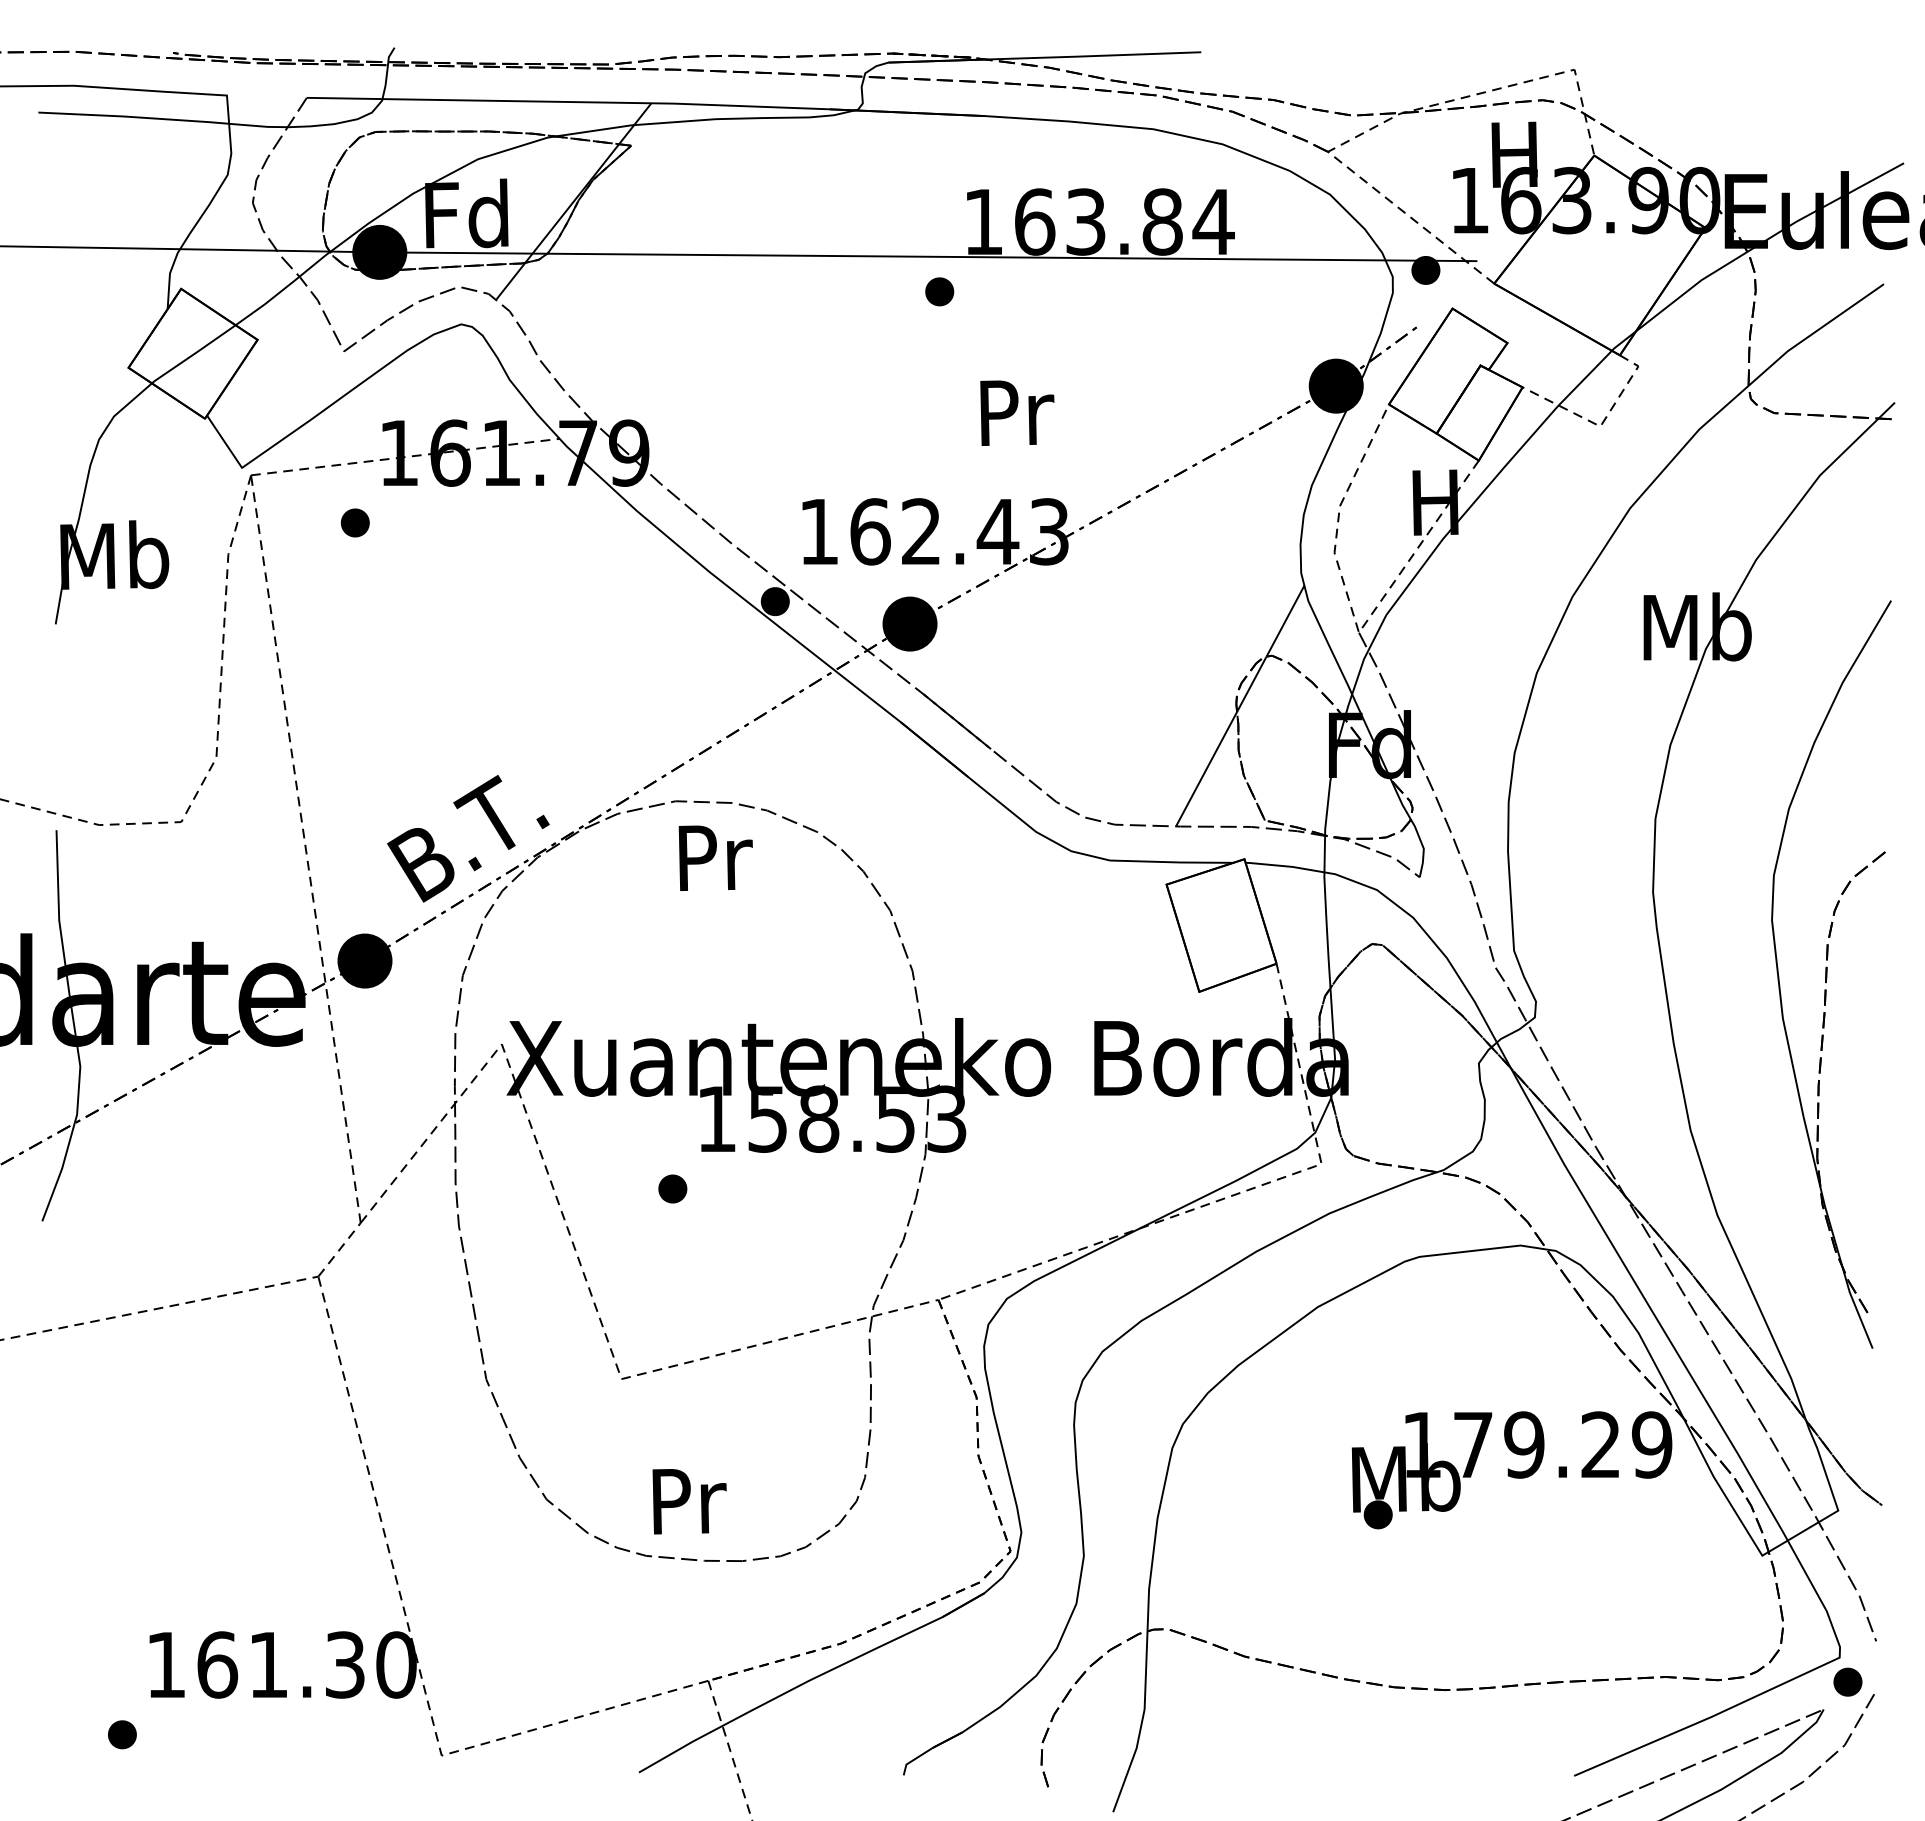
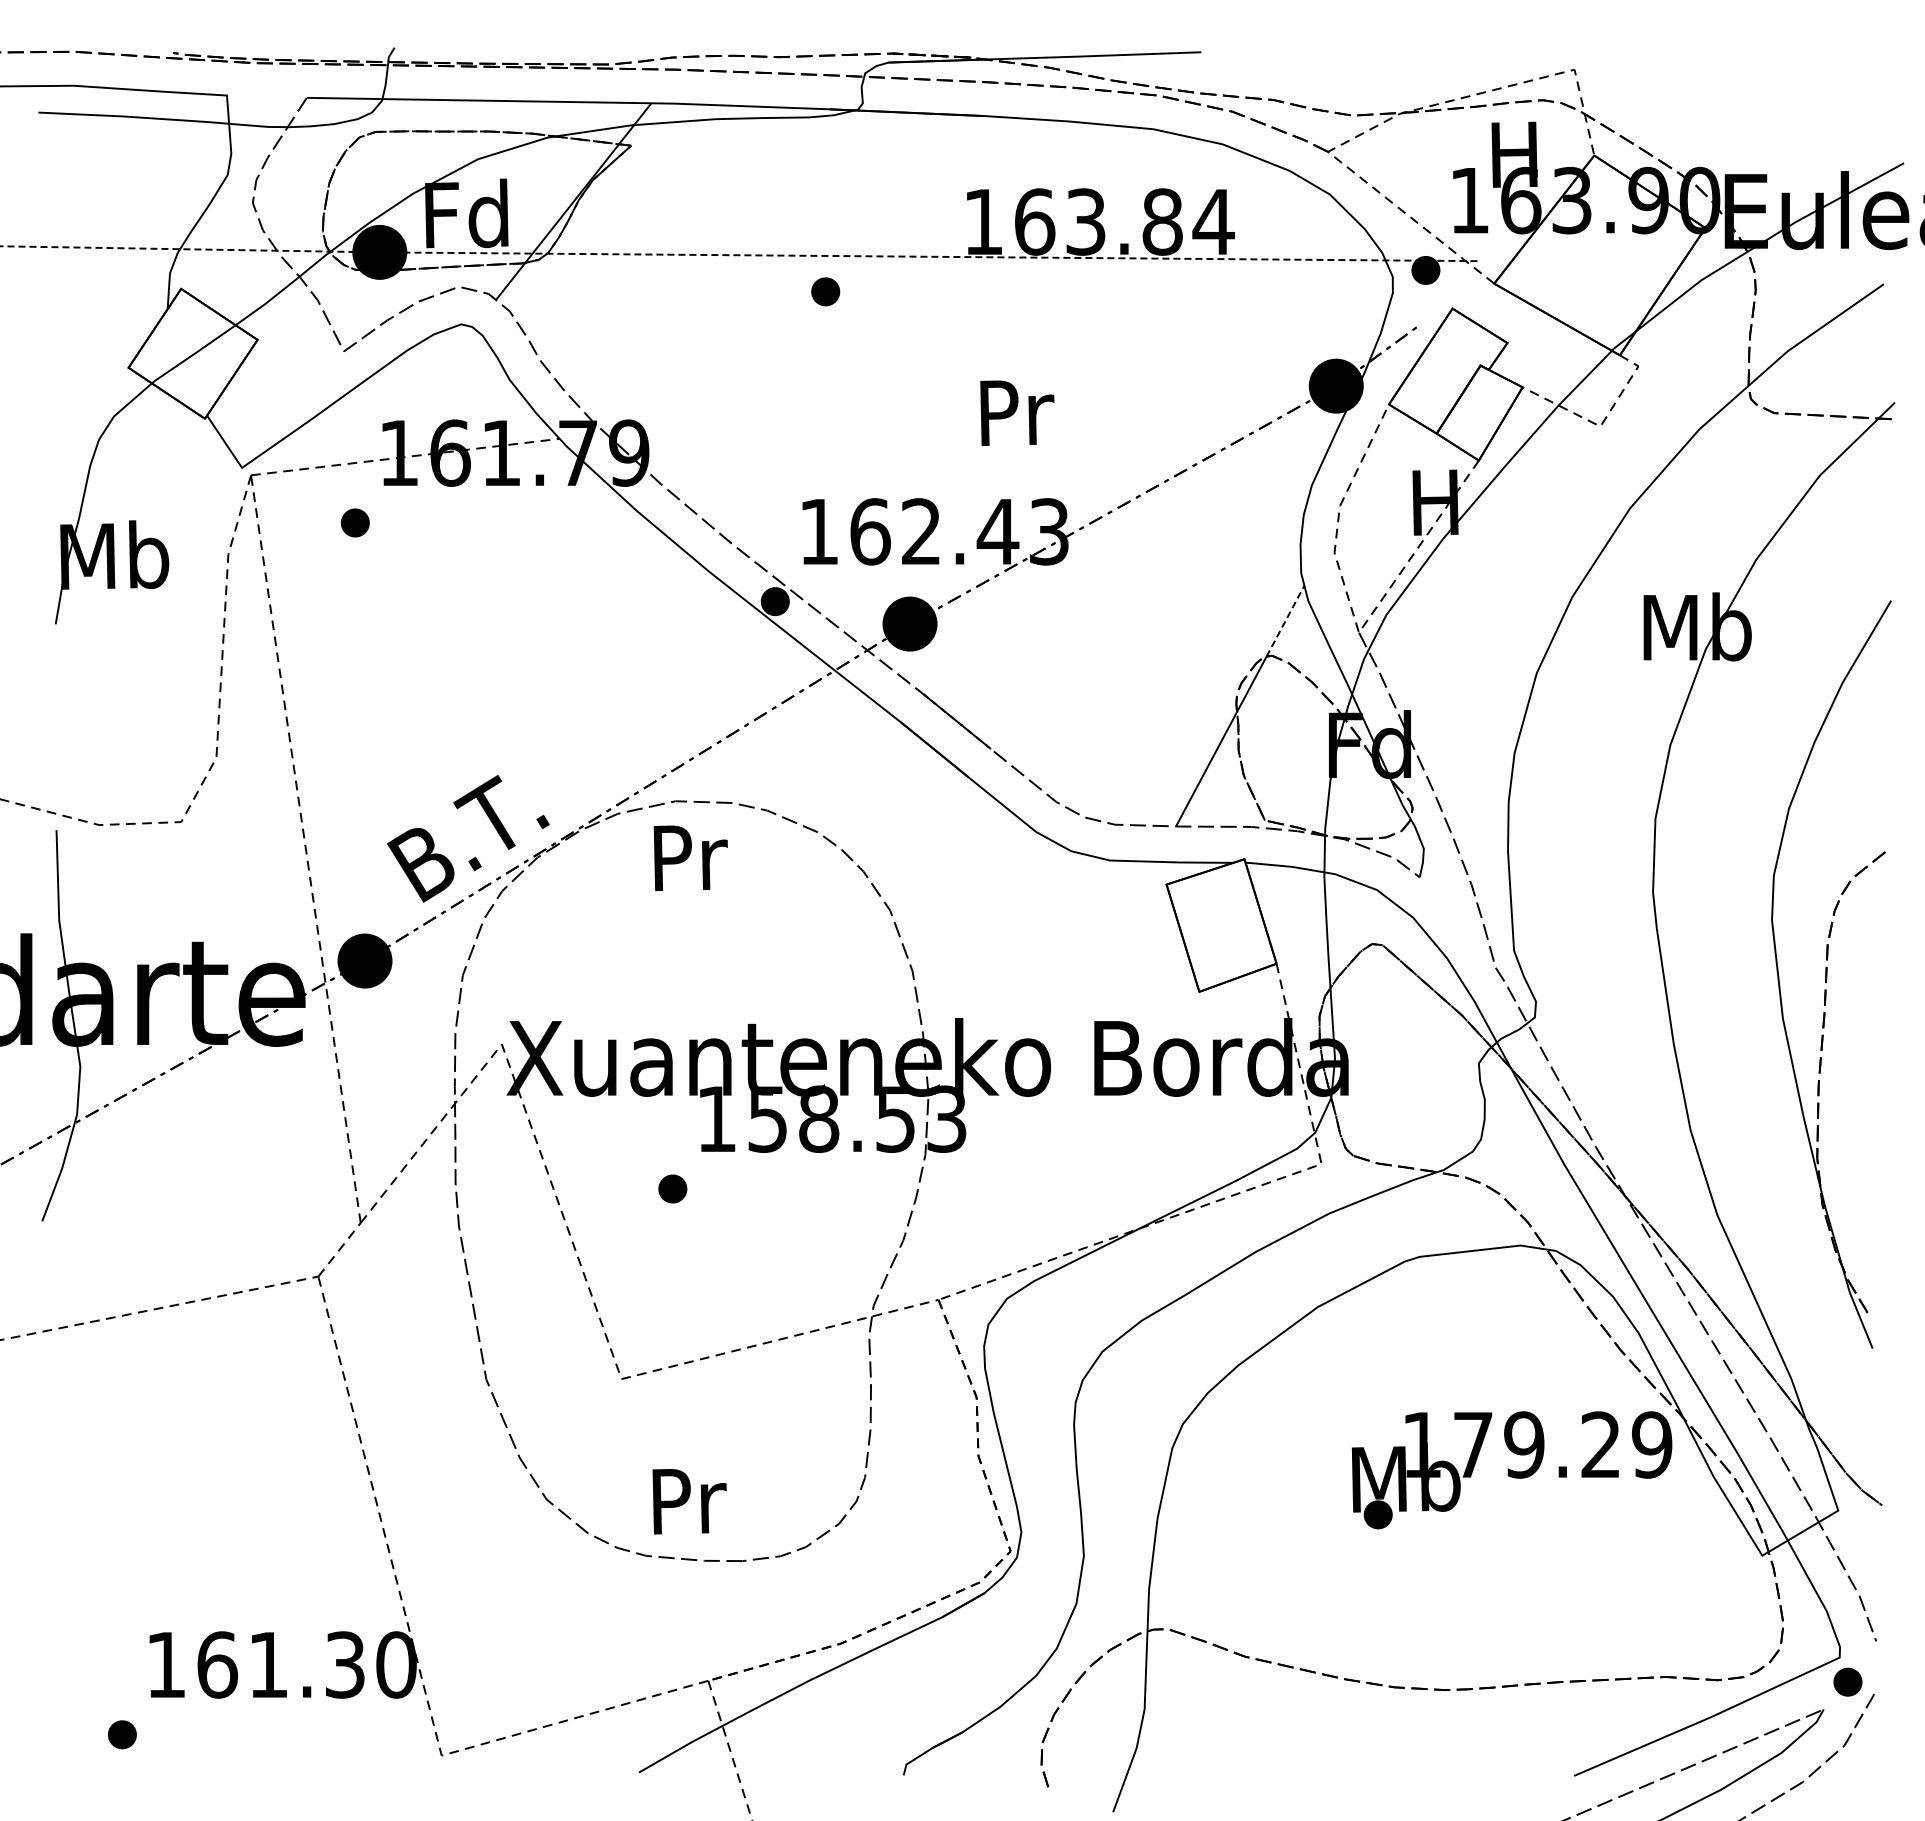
line at (737, 255): solid -> dashed
part at (939, 291) position: (939, 291) -> (825, 291)
line at (1285, 620): solid -> dashed
text at (715, 857) position: (715, 857) -> (690, 857)
